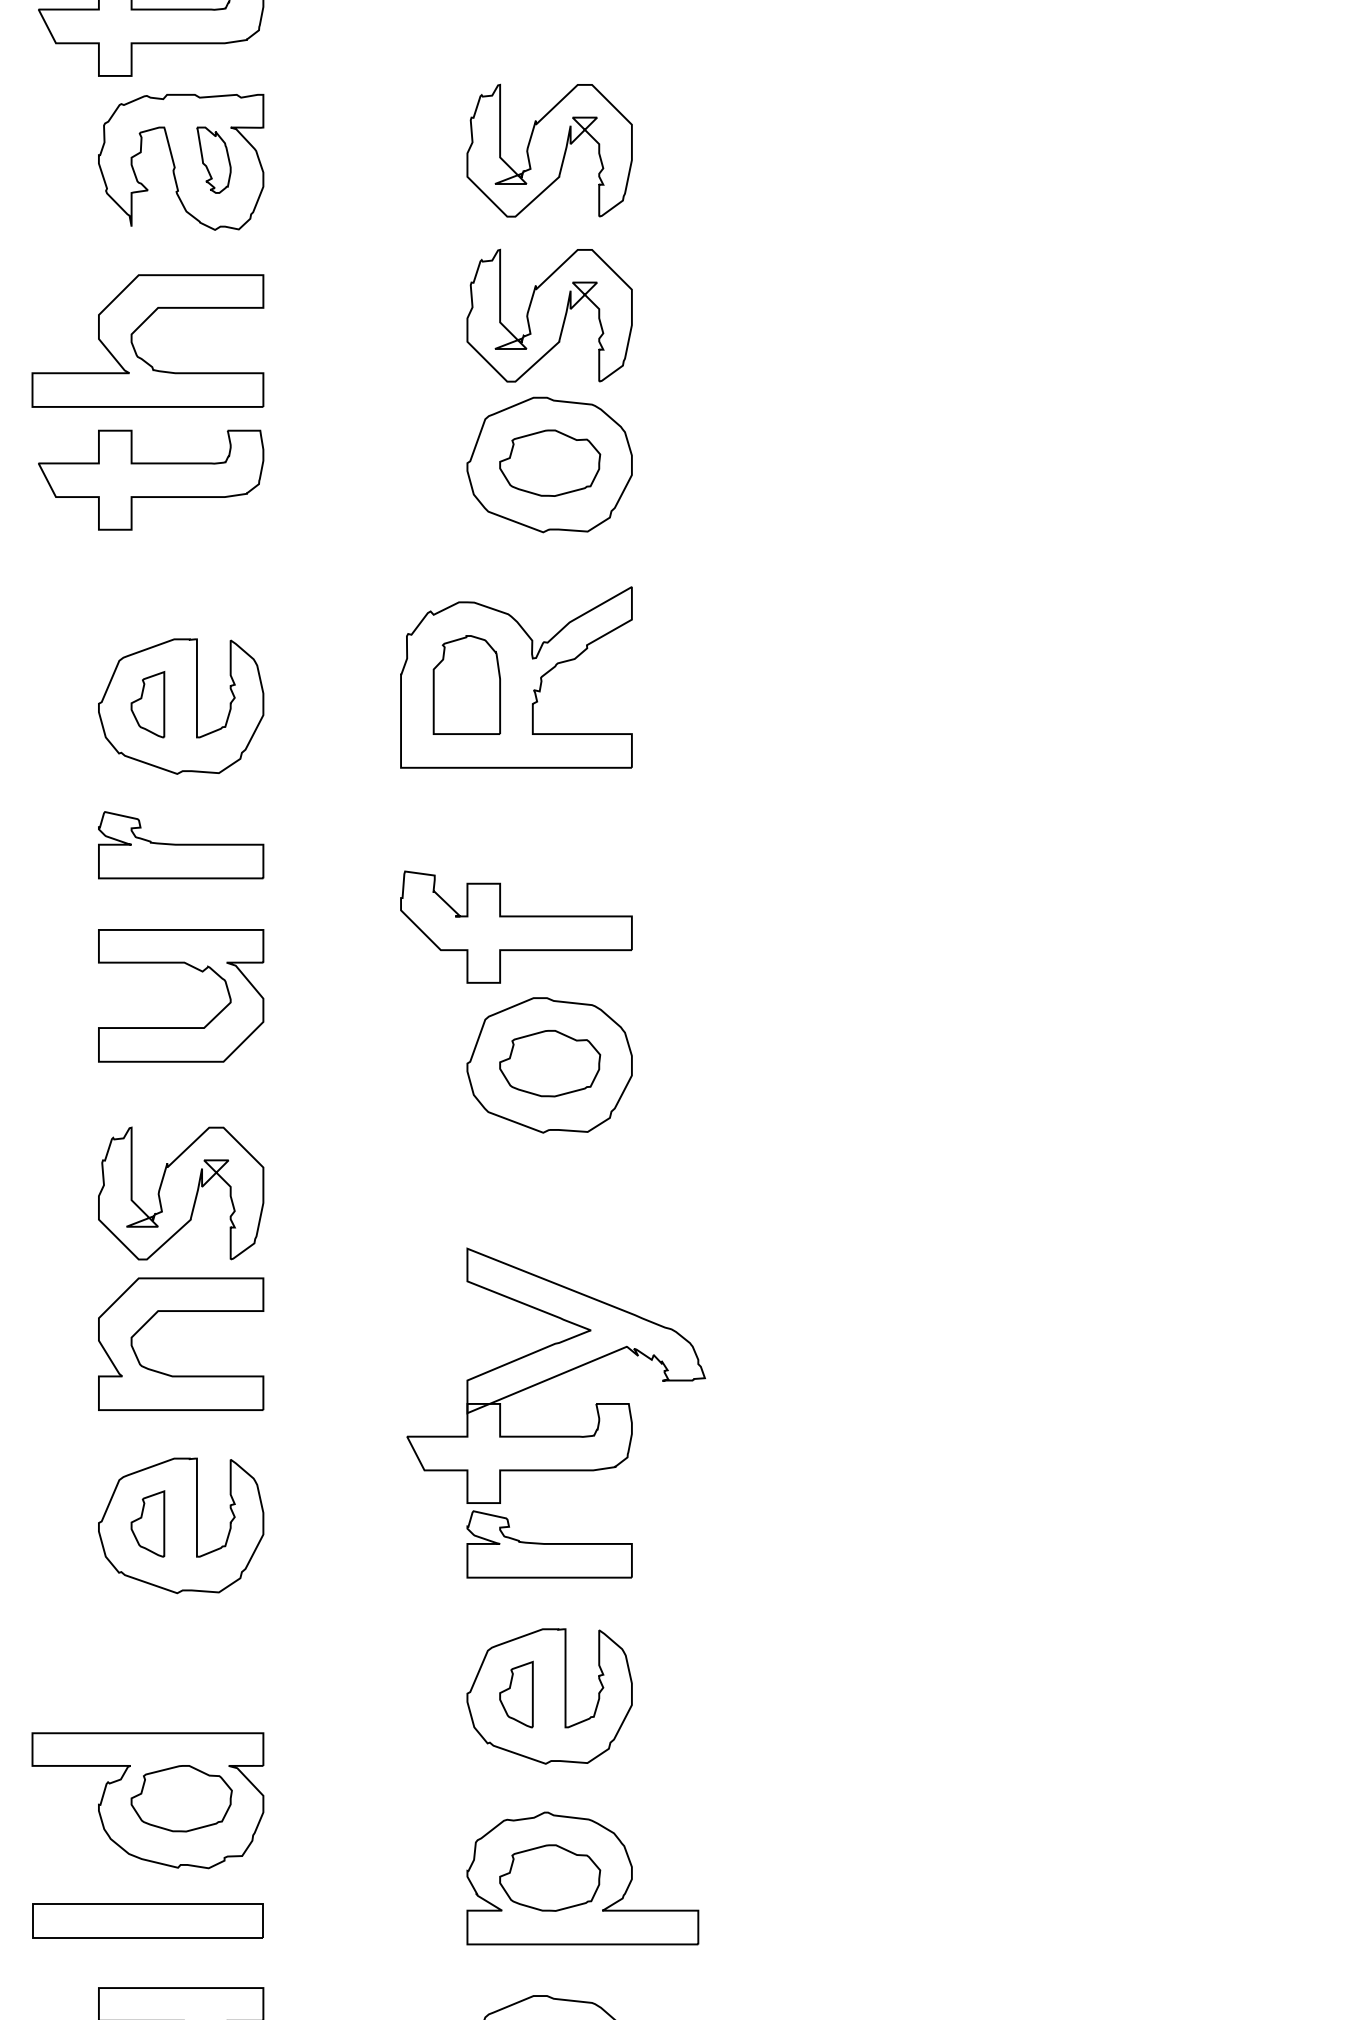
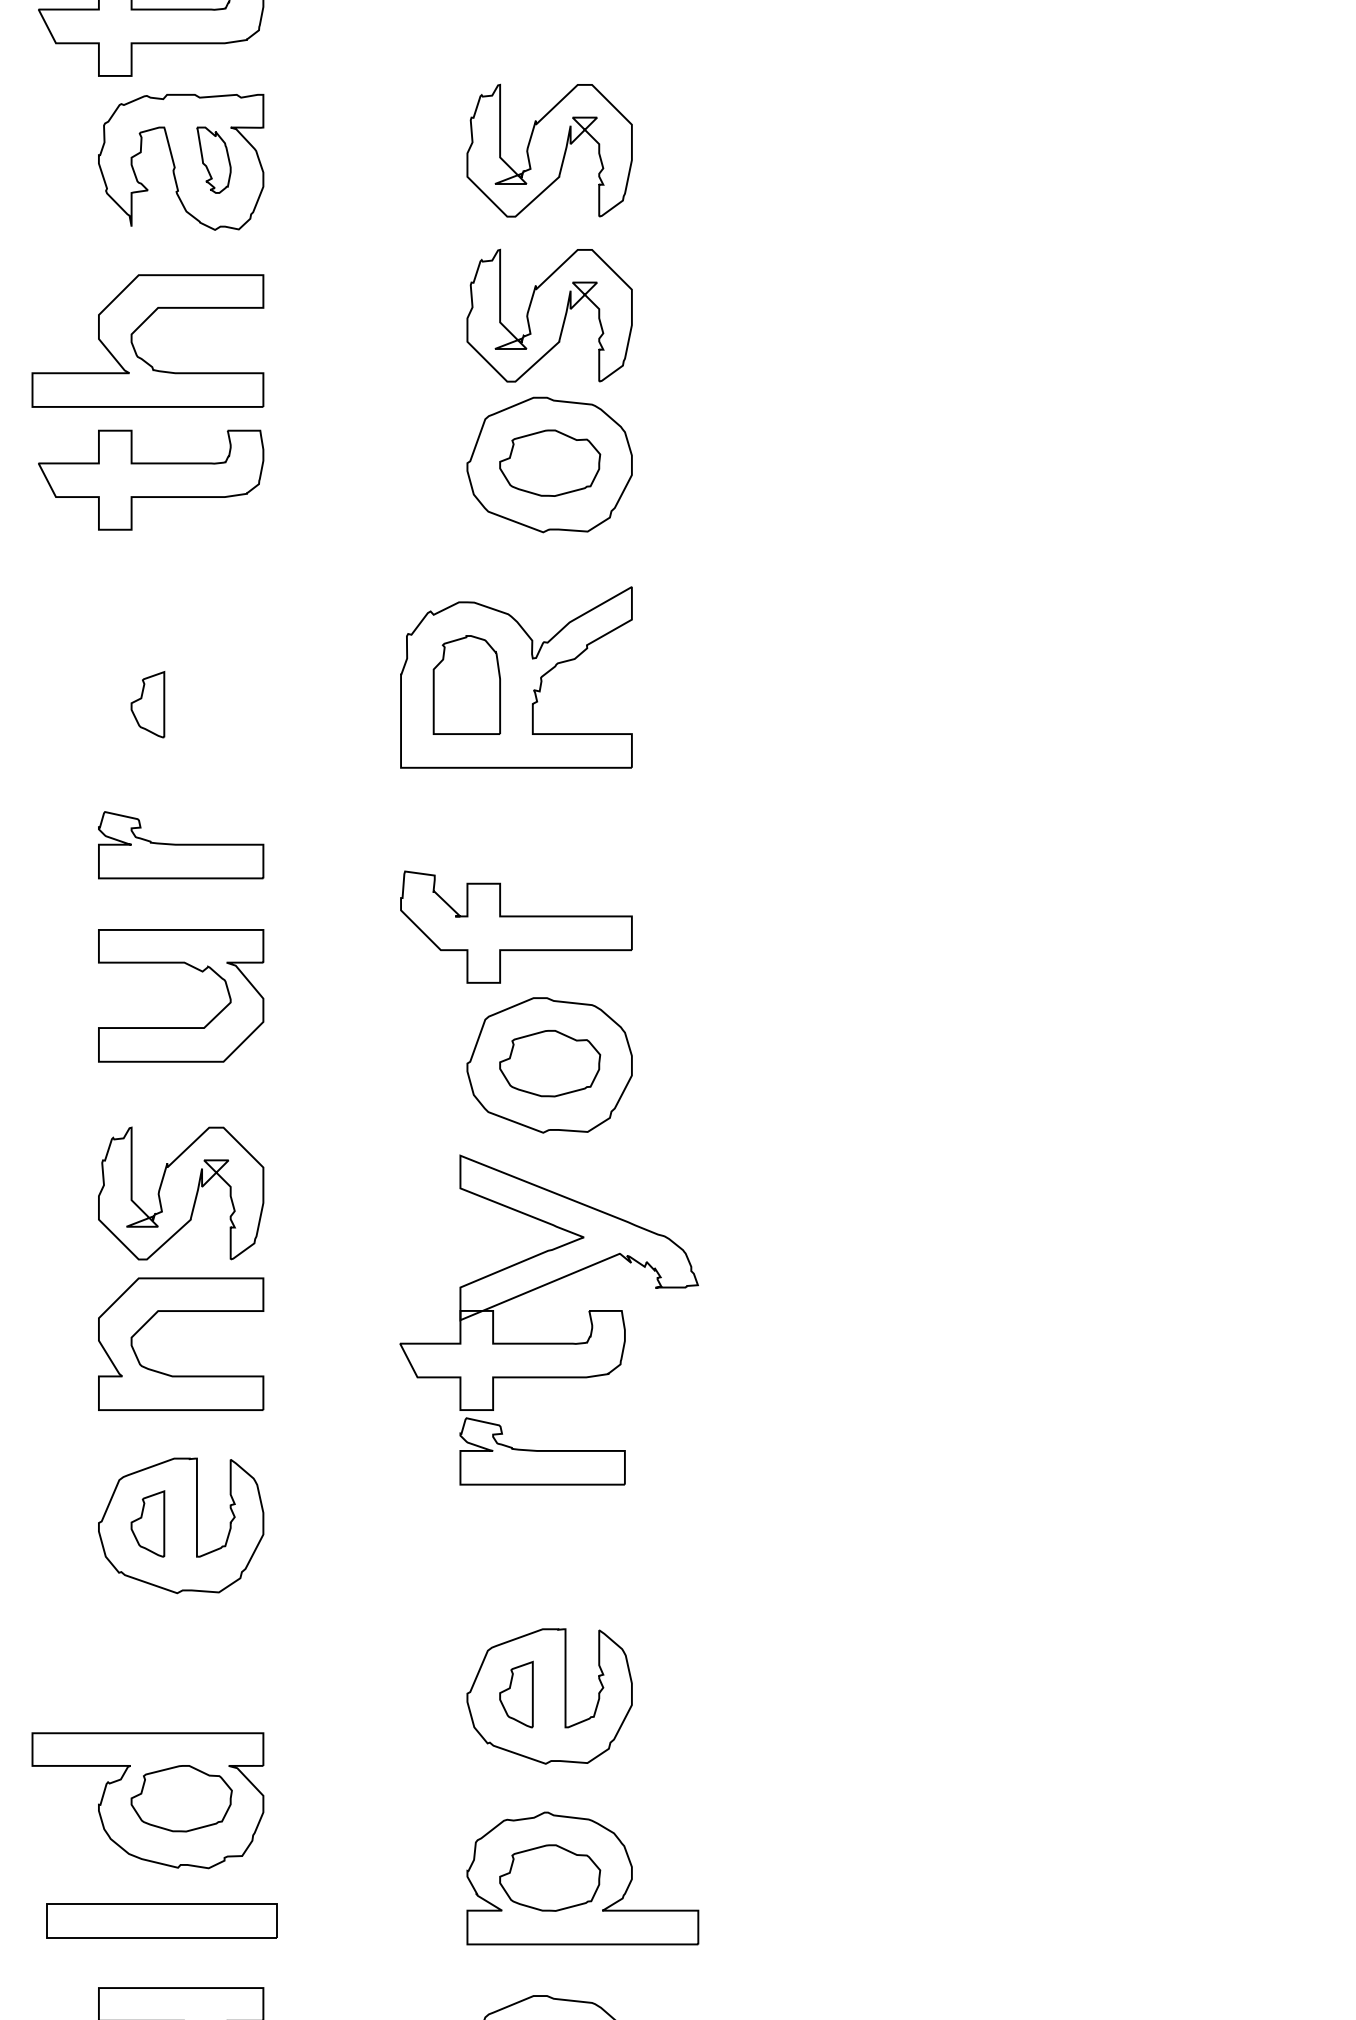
part at (181, 706): present -> none
part at (555, 1435) position: (555, 1435) -> (548, 1342)
part at (147, 1920) position: (147, 1920) -> (161, 1920)
